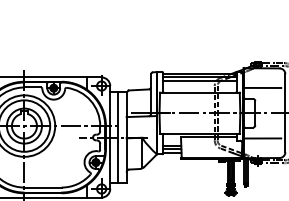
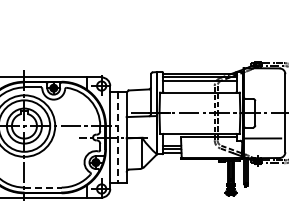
line at (262, 87): present -> none
line at (117, 137): solid -> dashed
line at (43, 187): solid -> dashed
